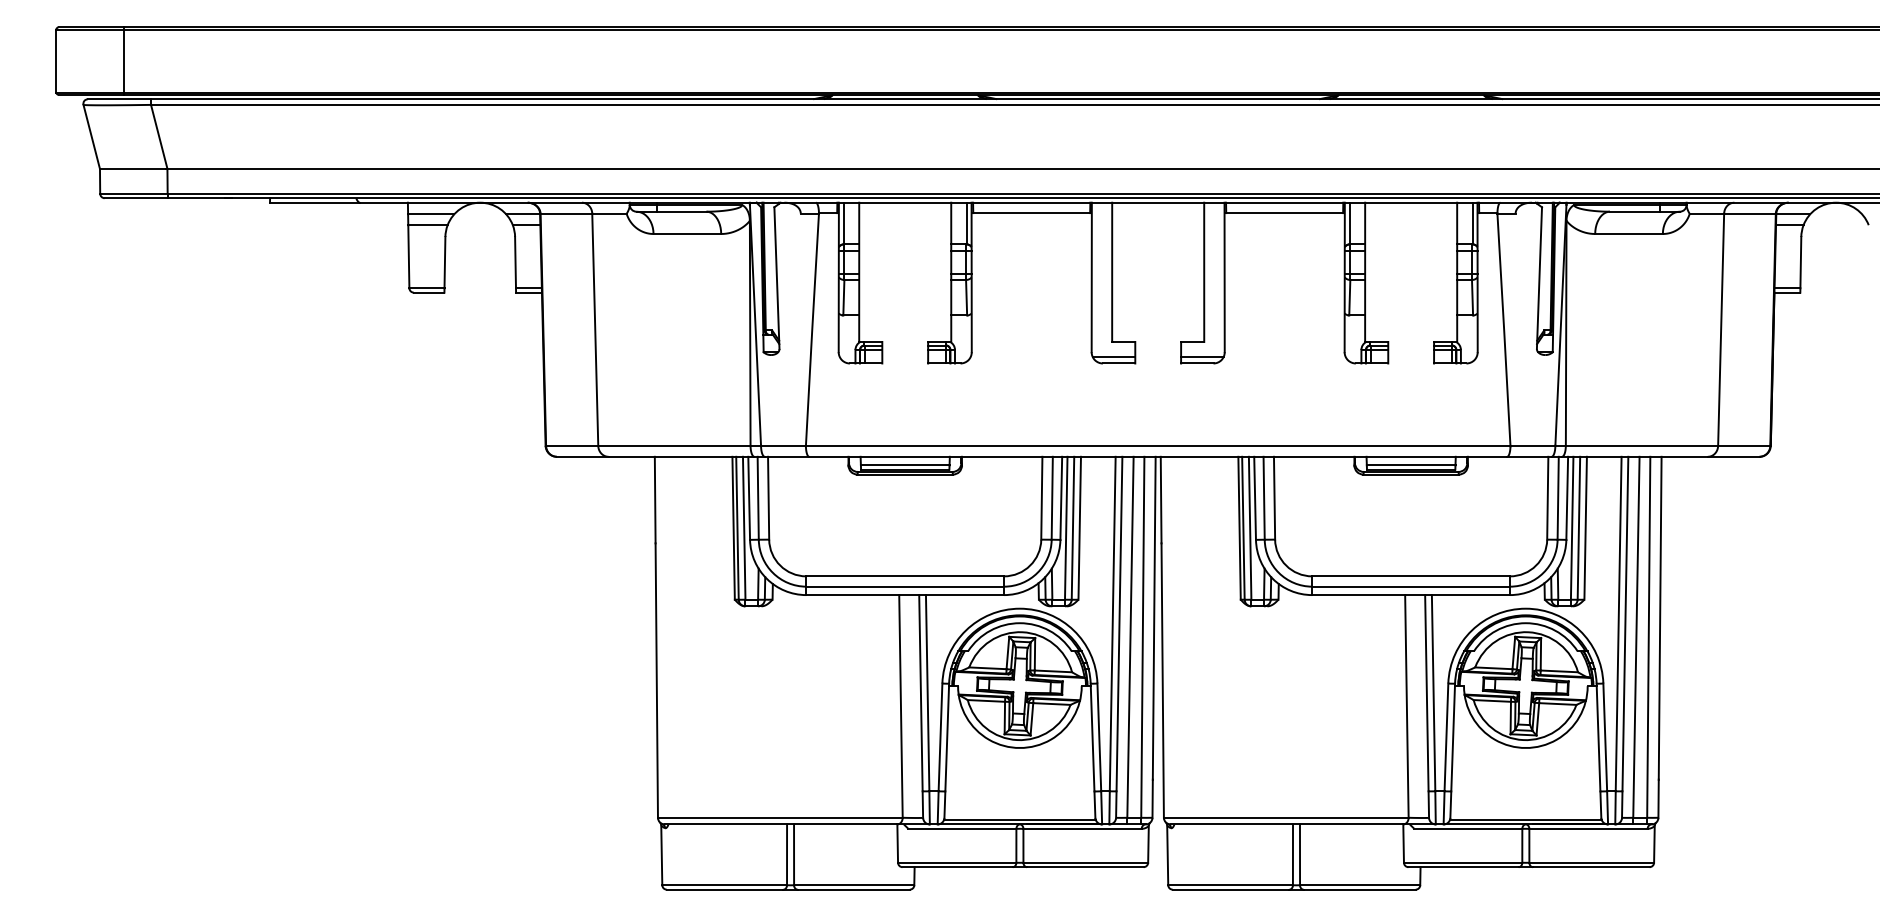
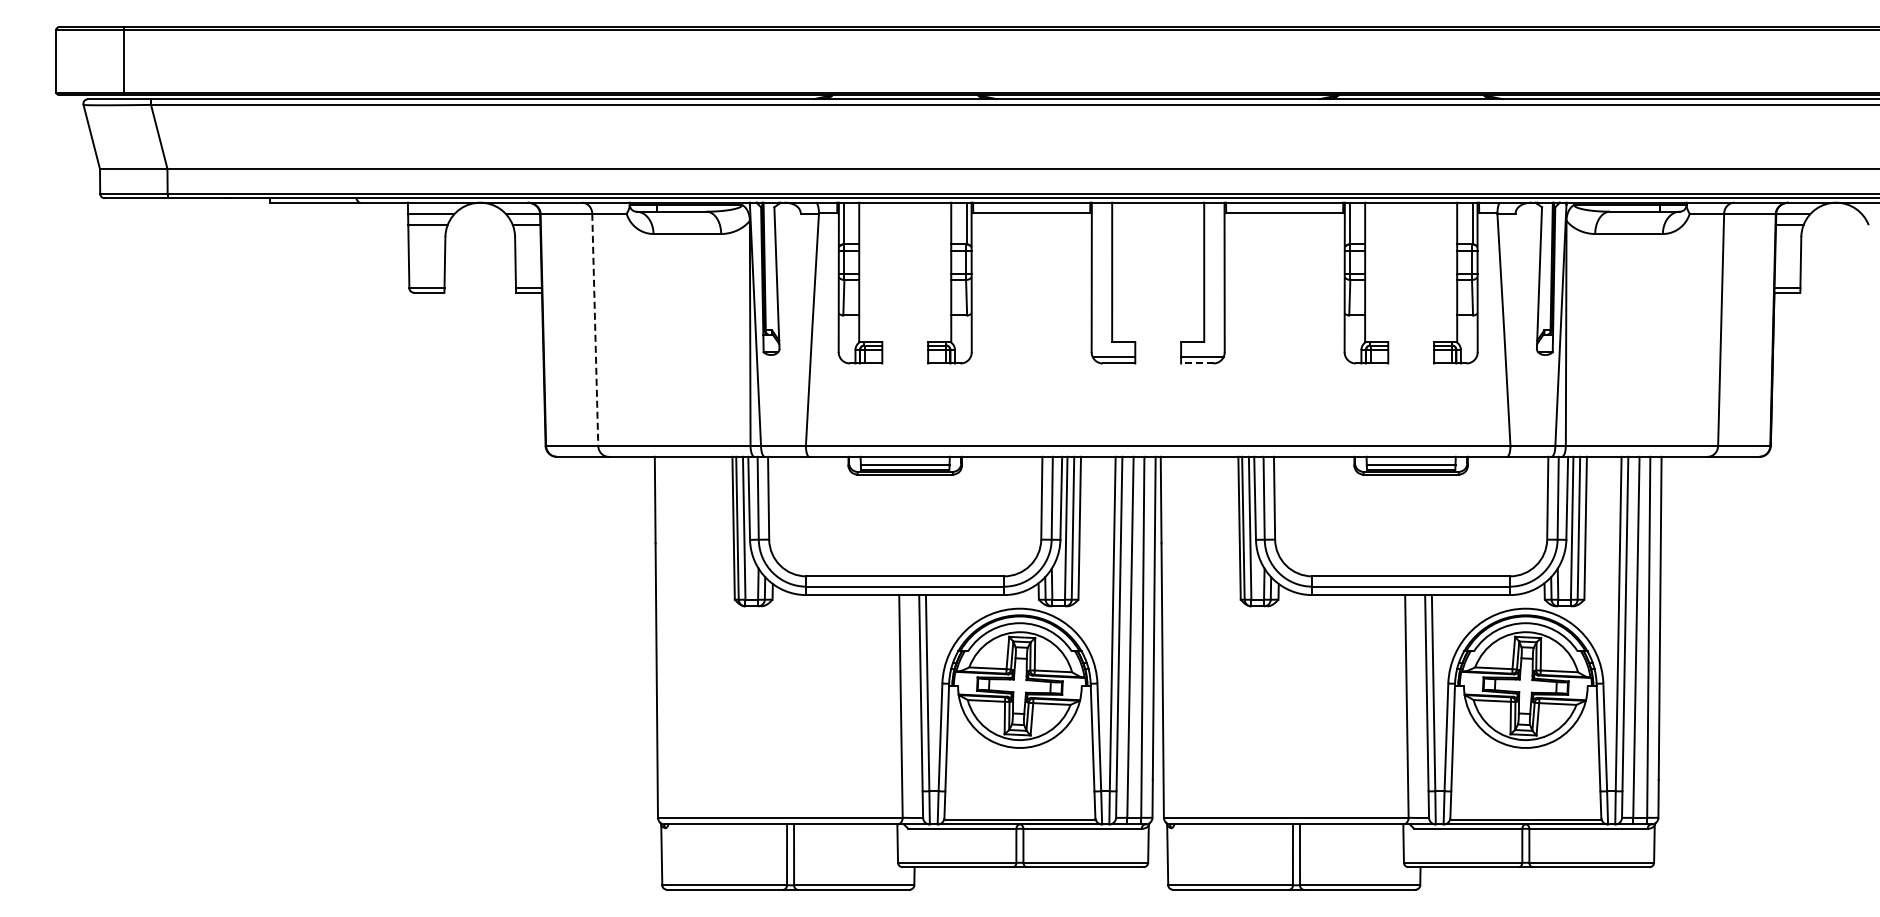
line at (595, 329): solid -> dashed
line at (1196, 363): solid -> dashed
